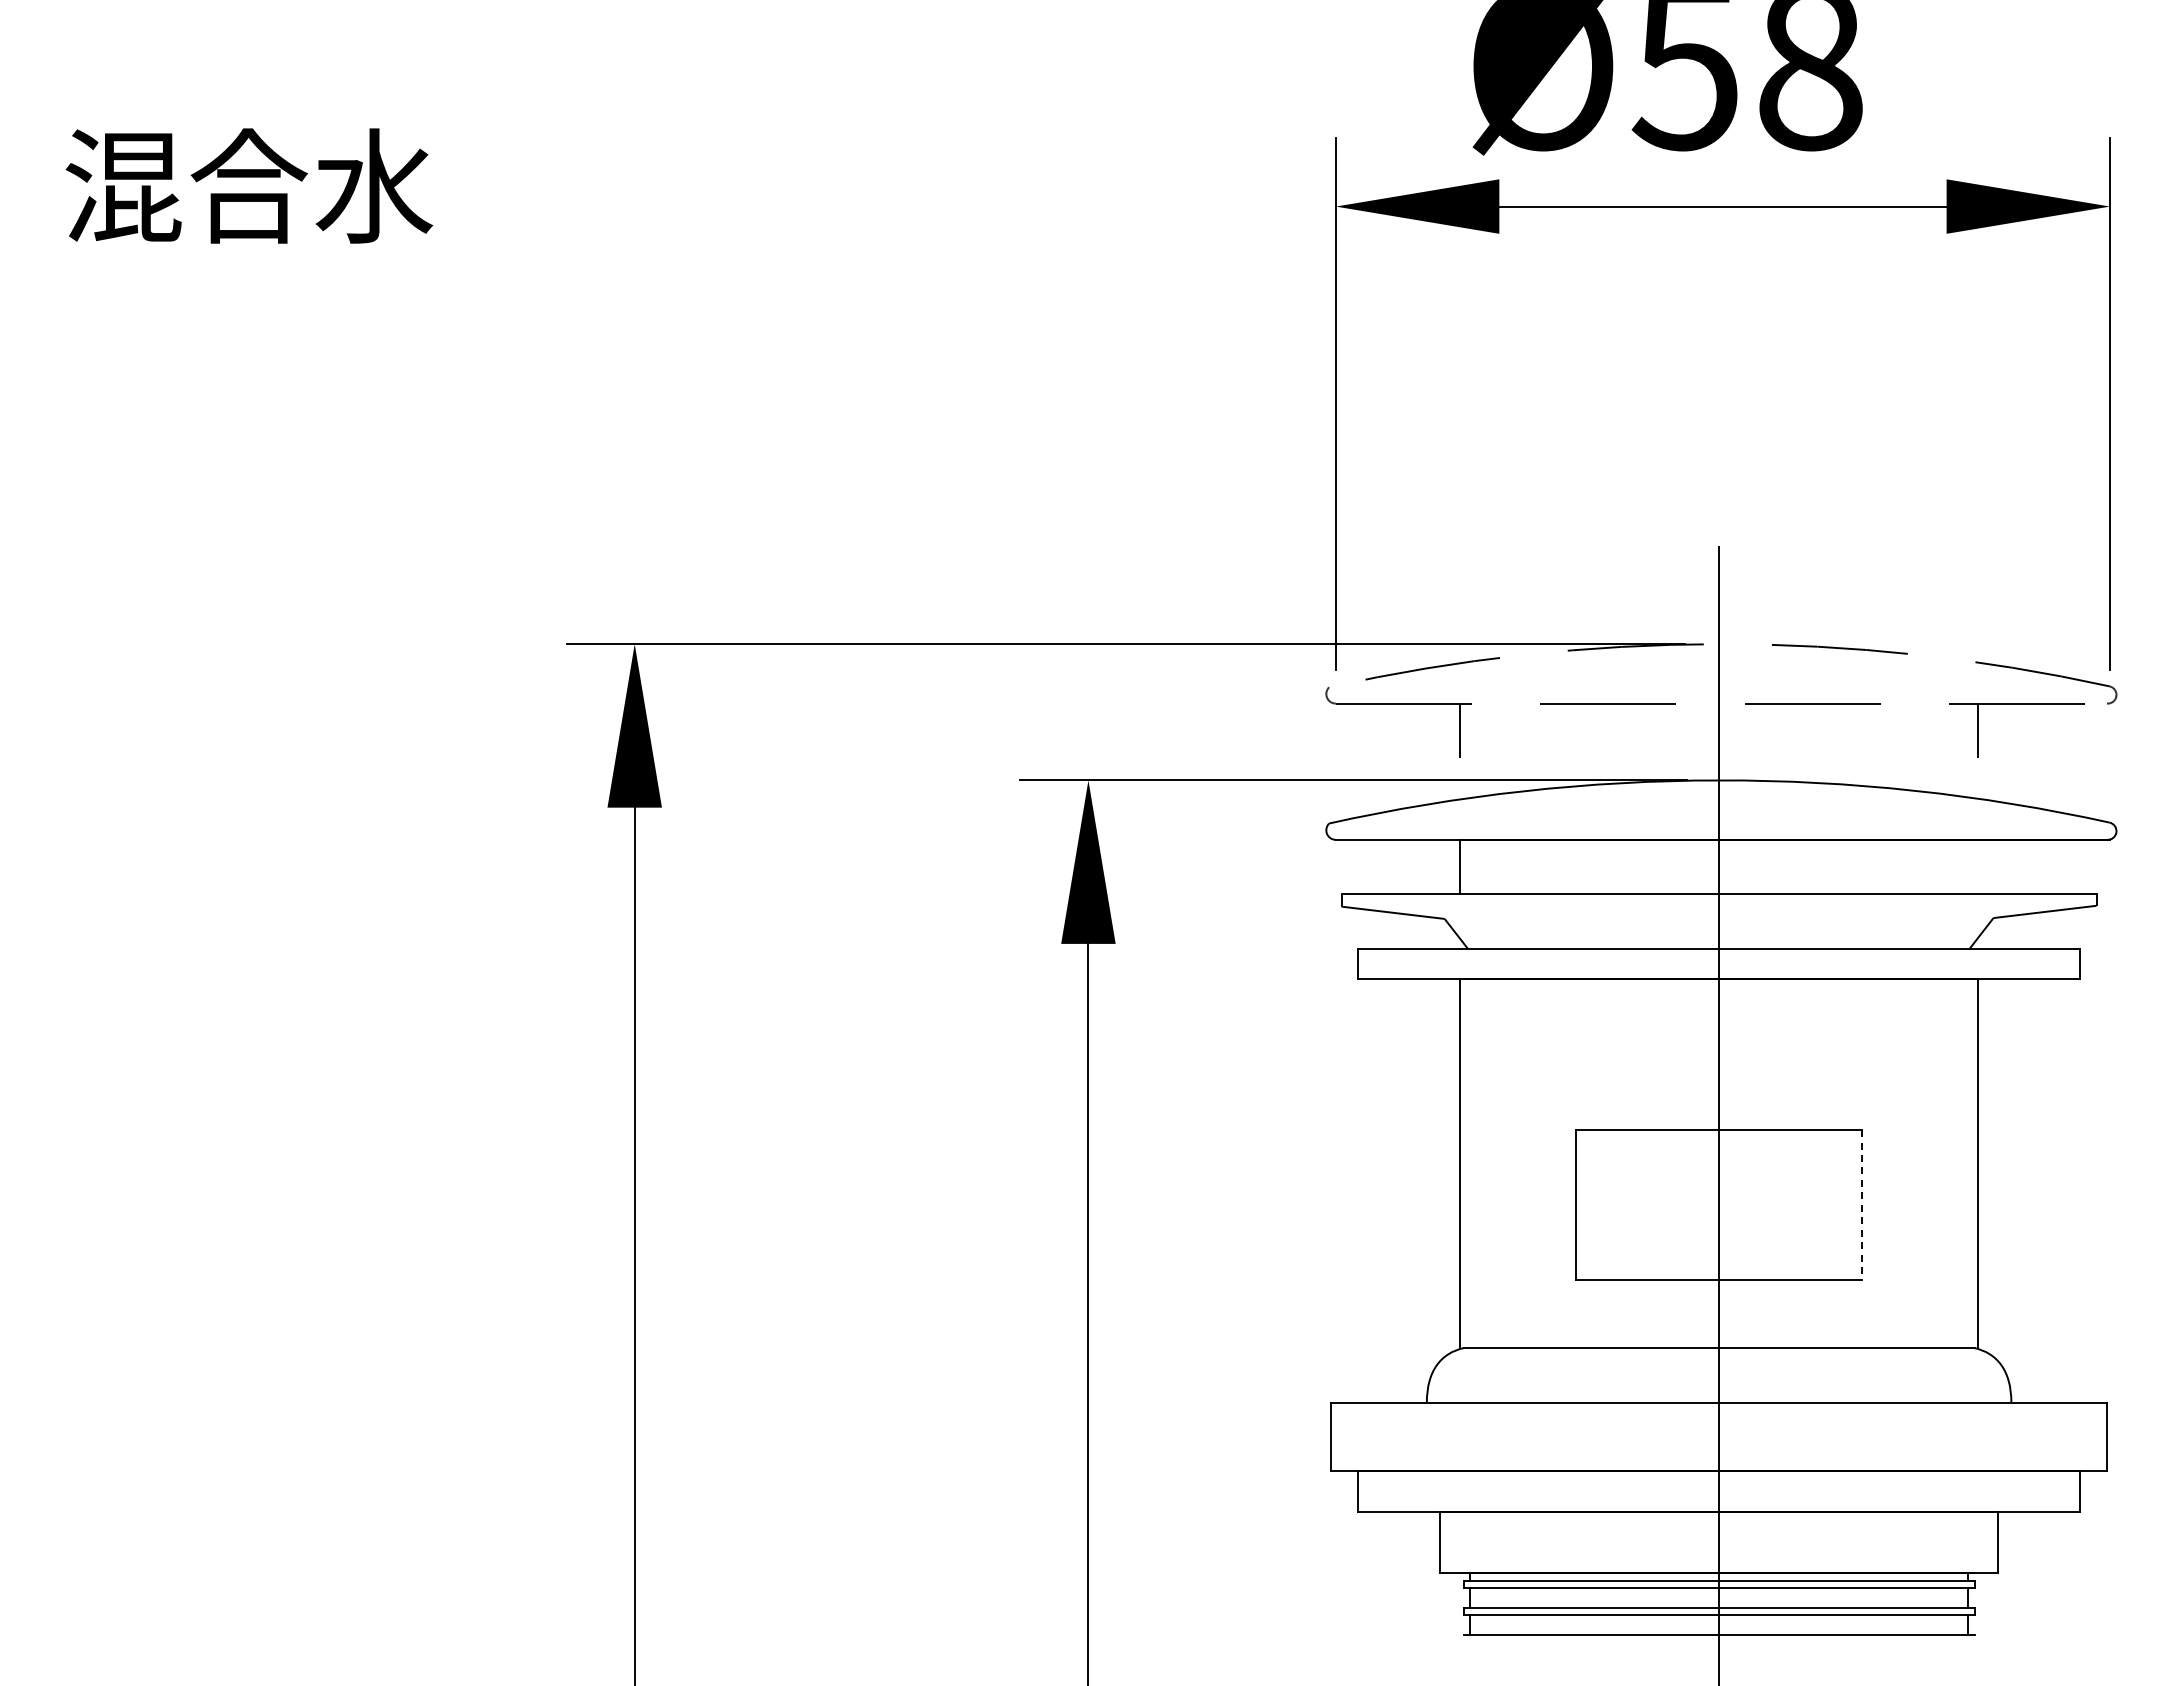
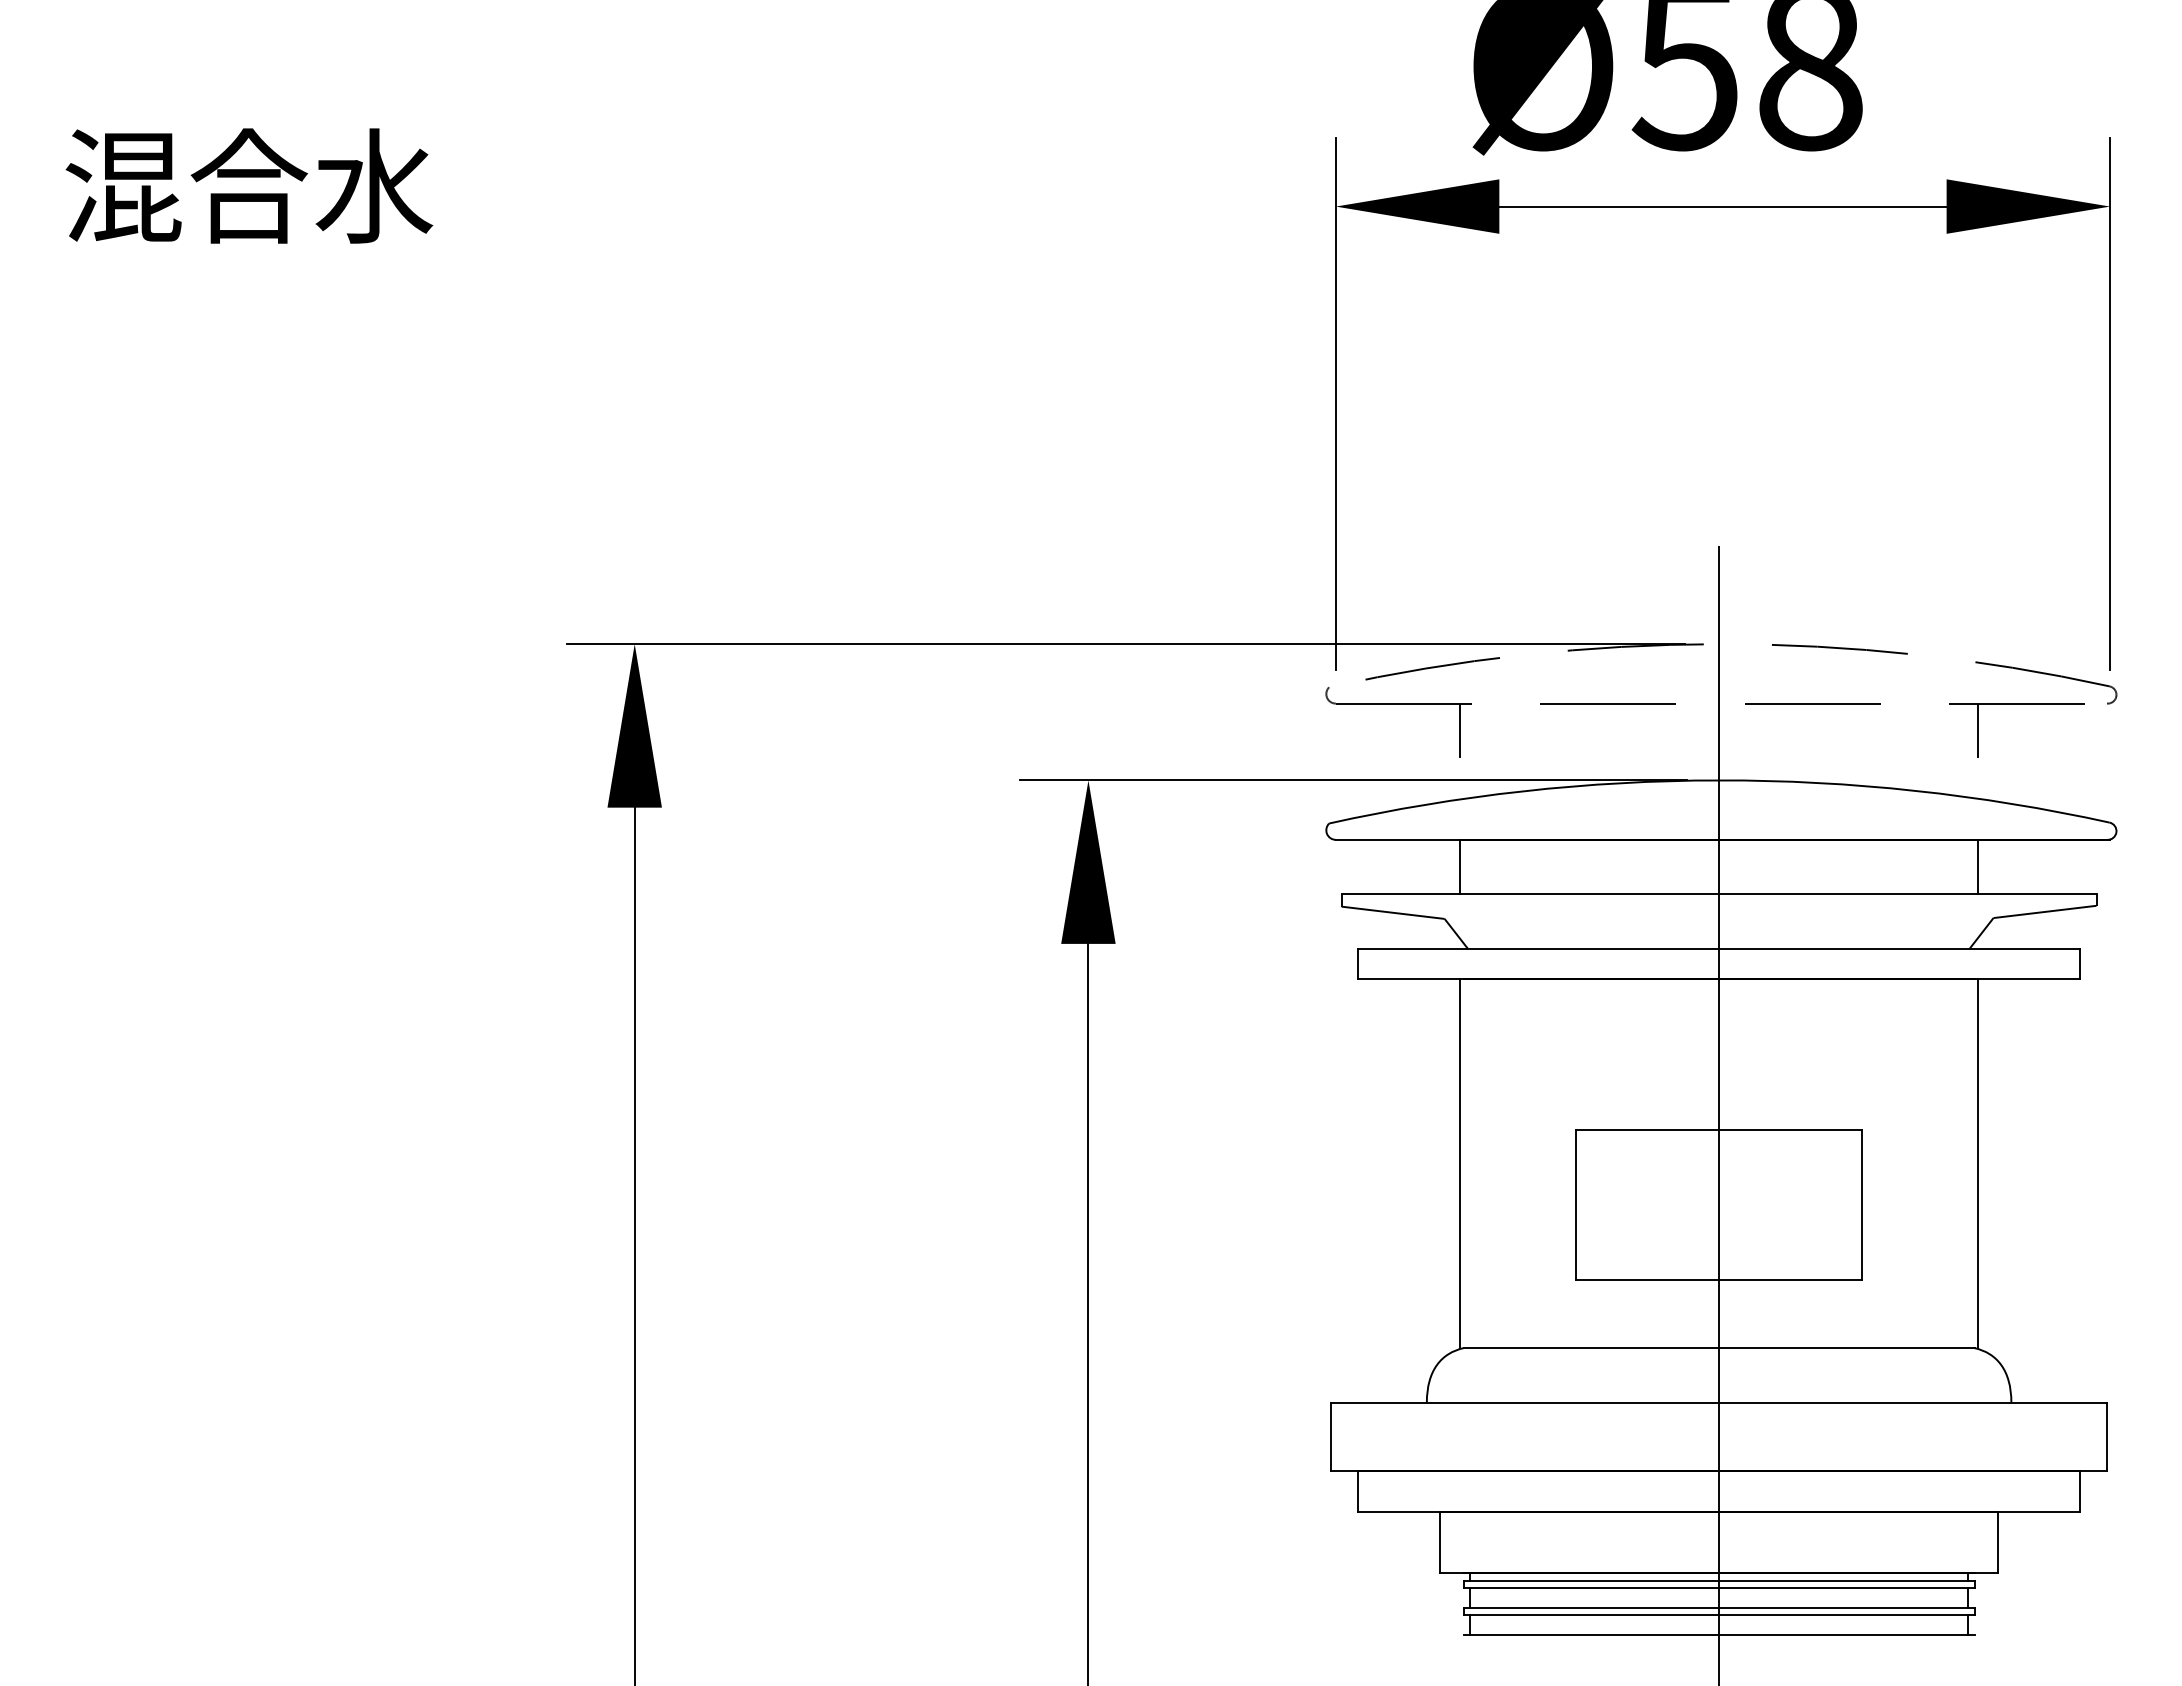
line at (1977, 866): none -> present
line at (1862, 1205): dashed -> solid
